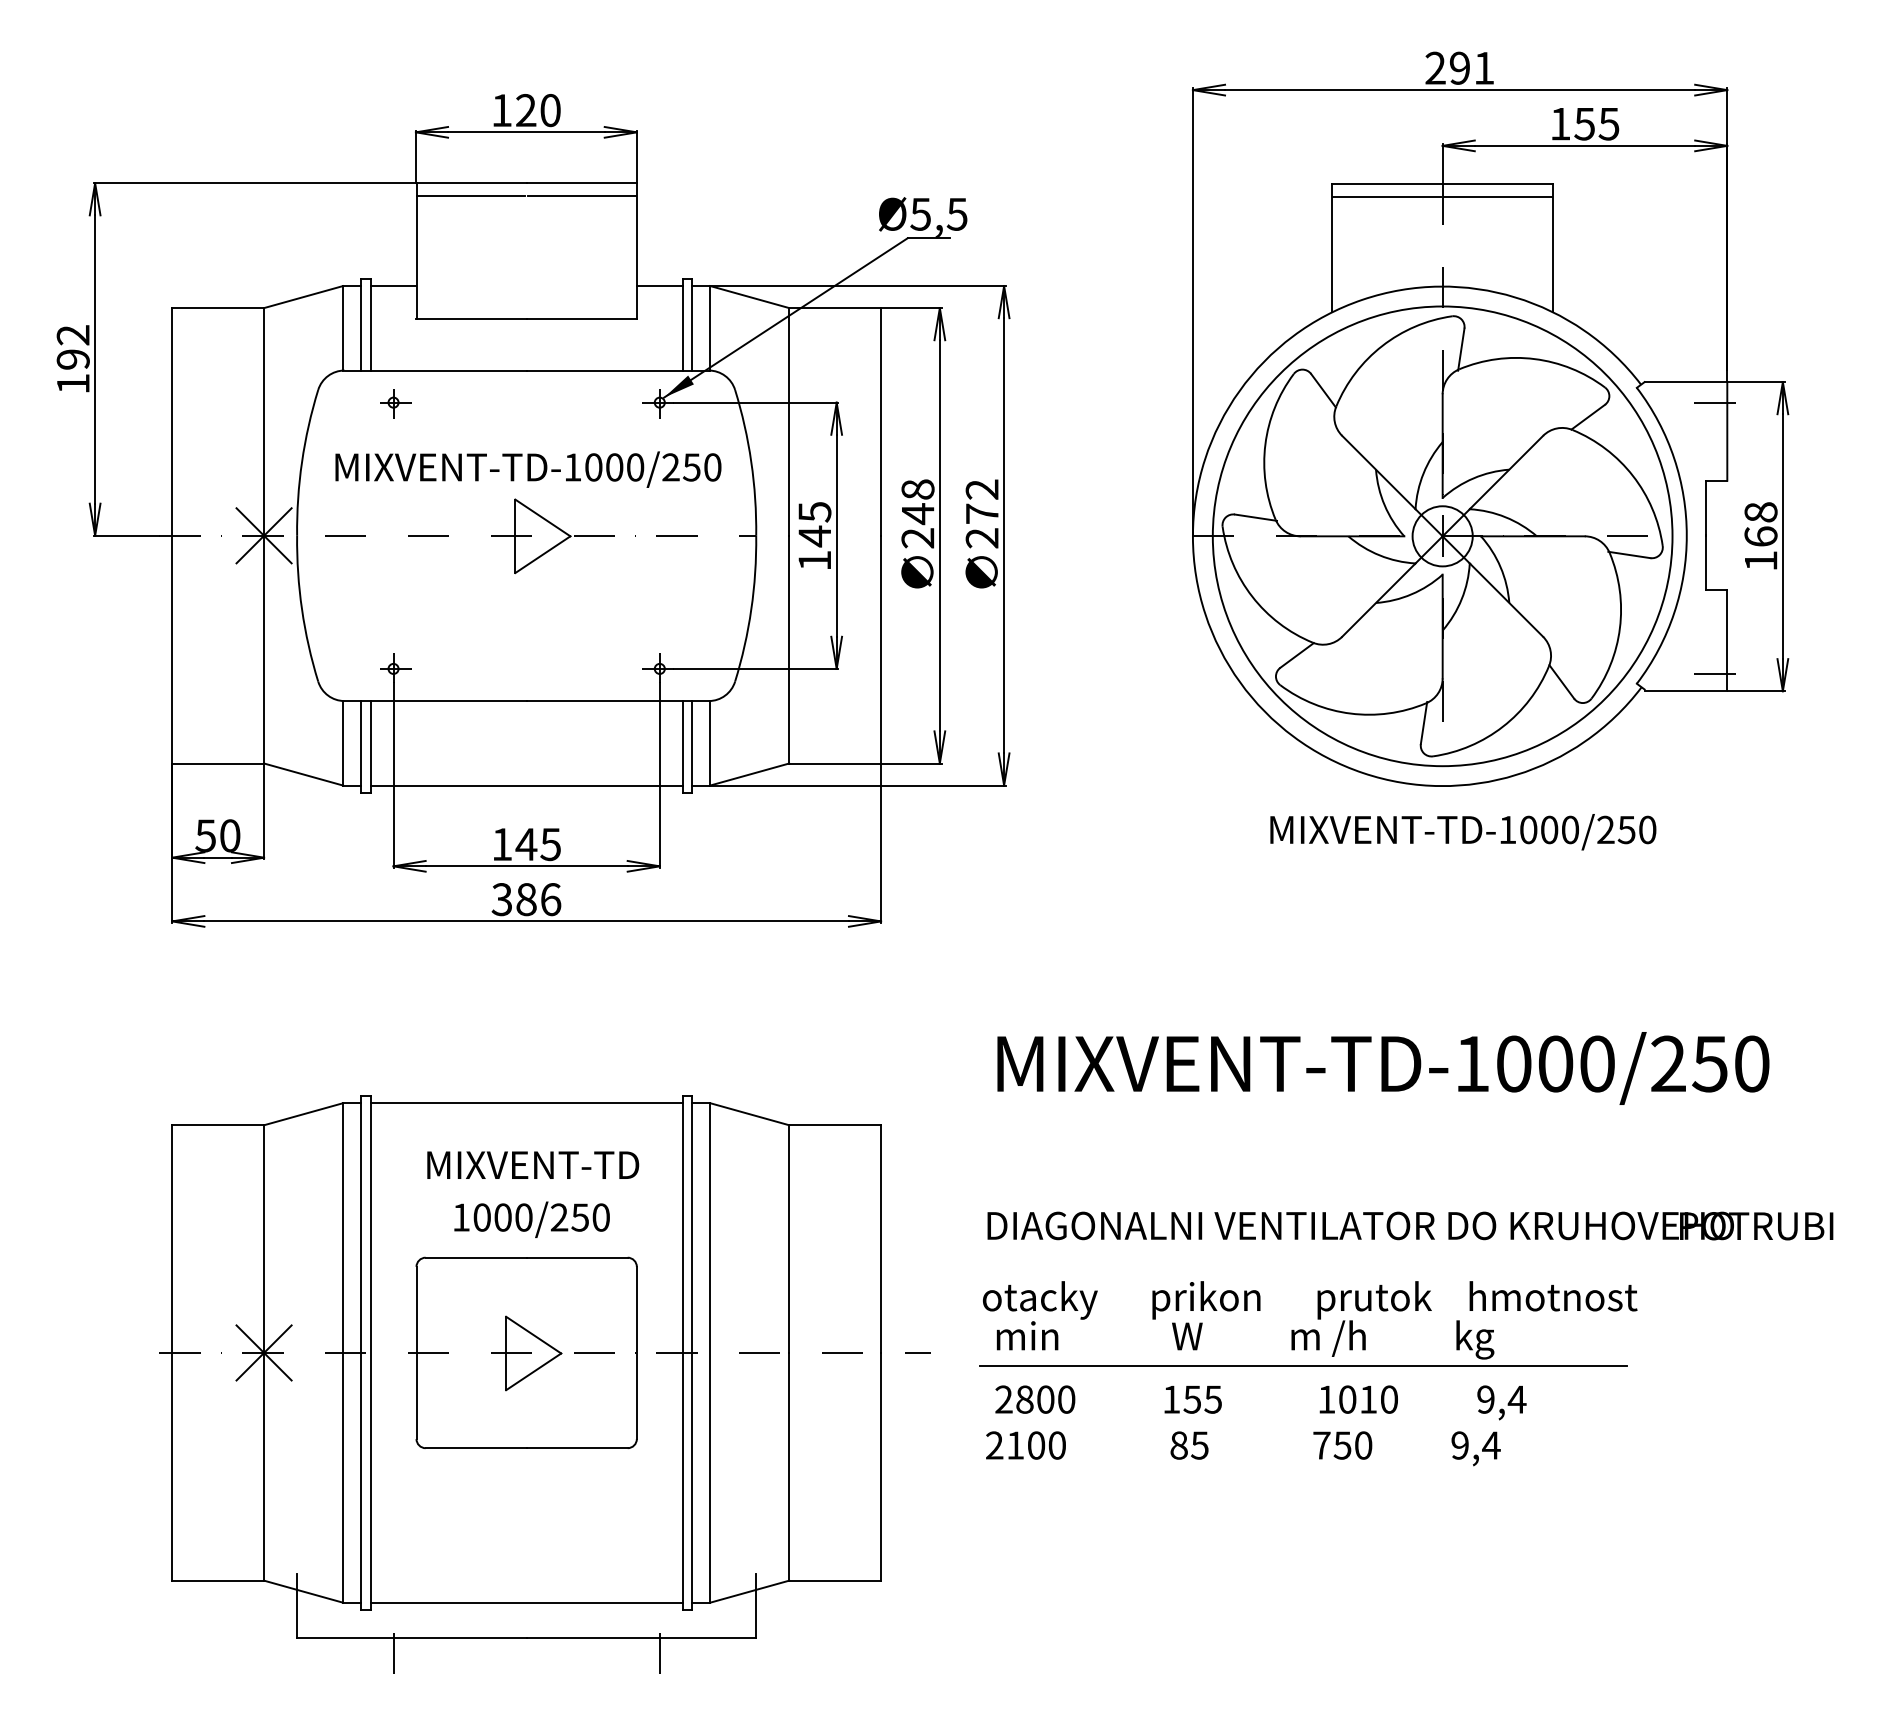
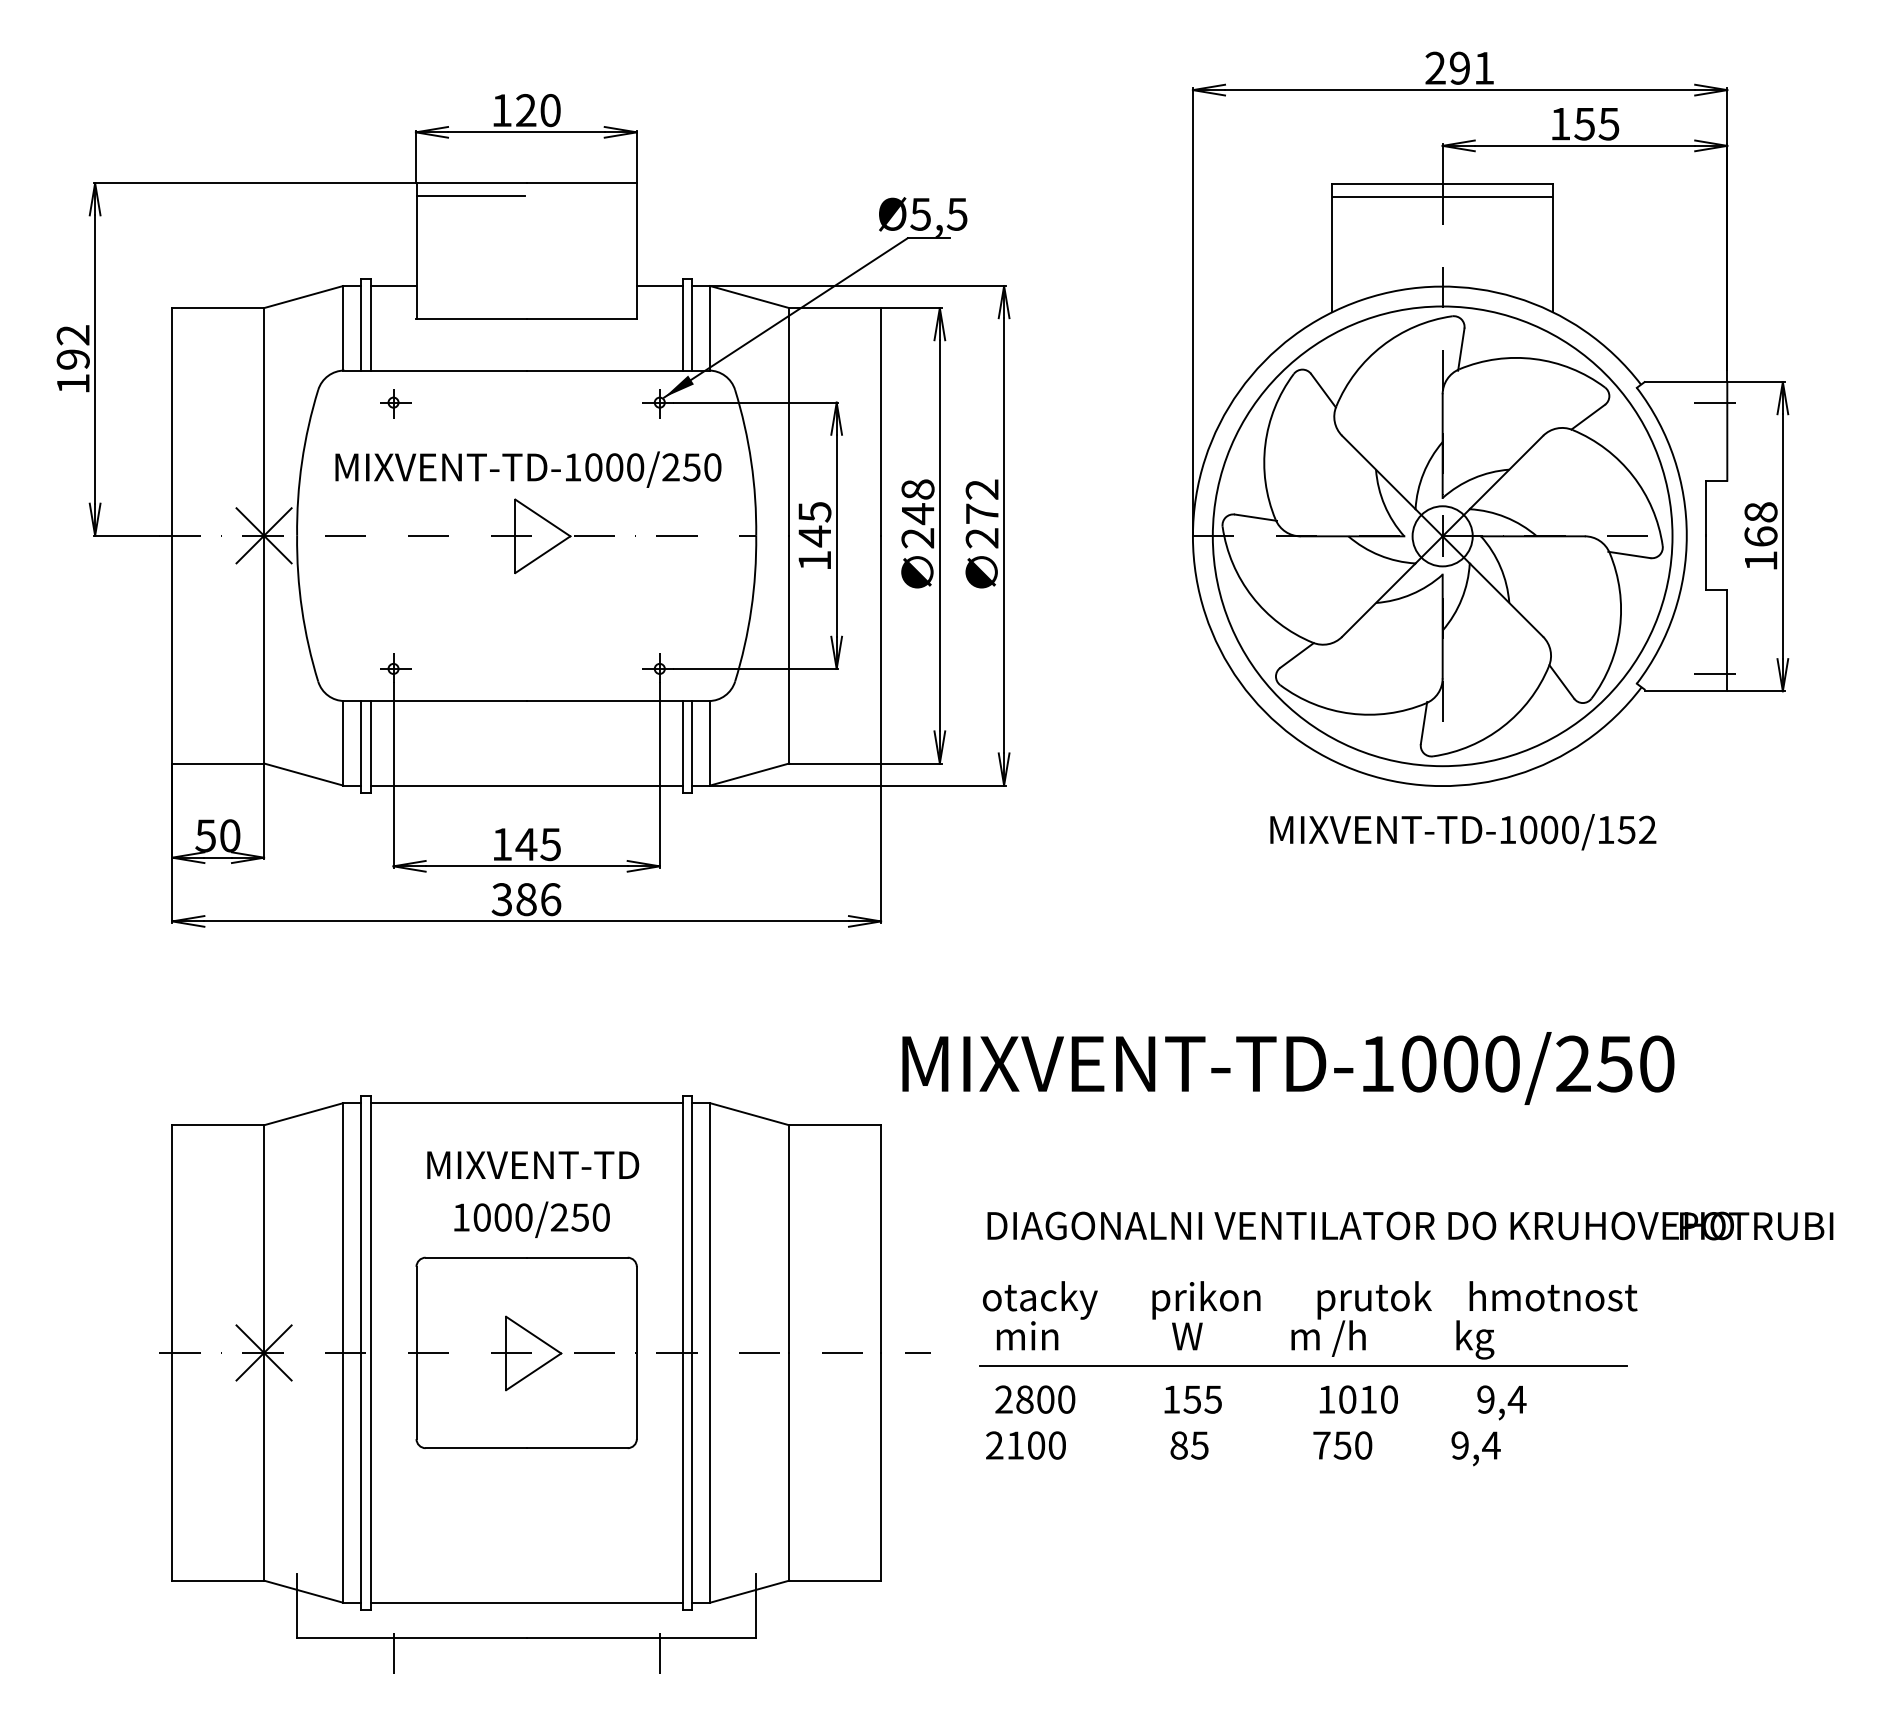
line at (581, 196): present -> none
text at (1626, 829): MIXVENT-TD-1000/250 -> MIXVENT-TD-1000/152
text at (1383, 1068) position: (1383, 1068) -> (1288, 1068)
